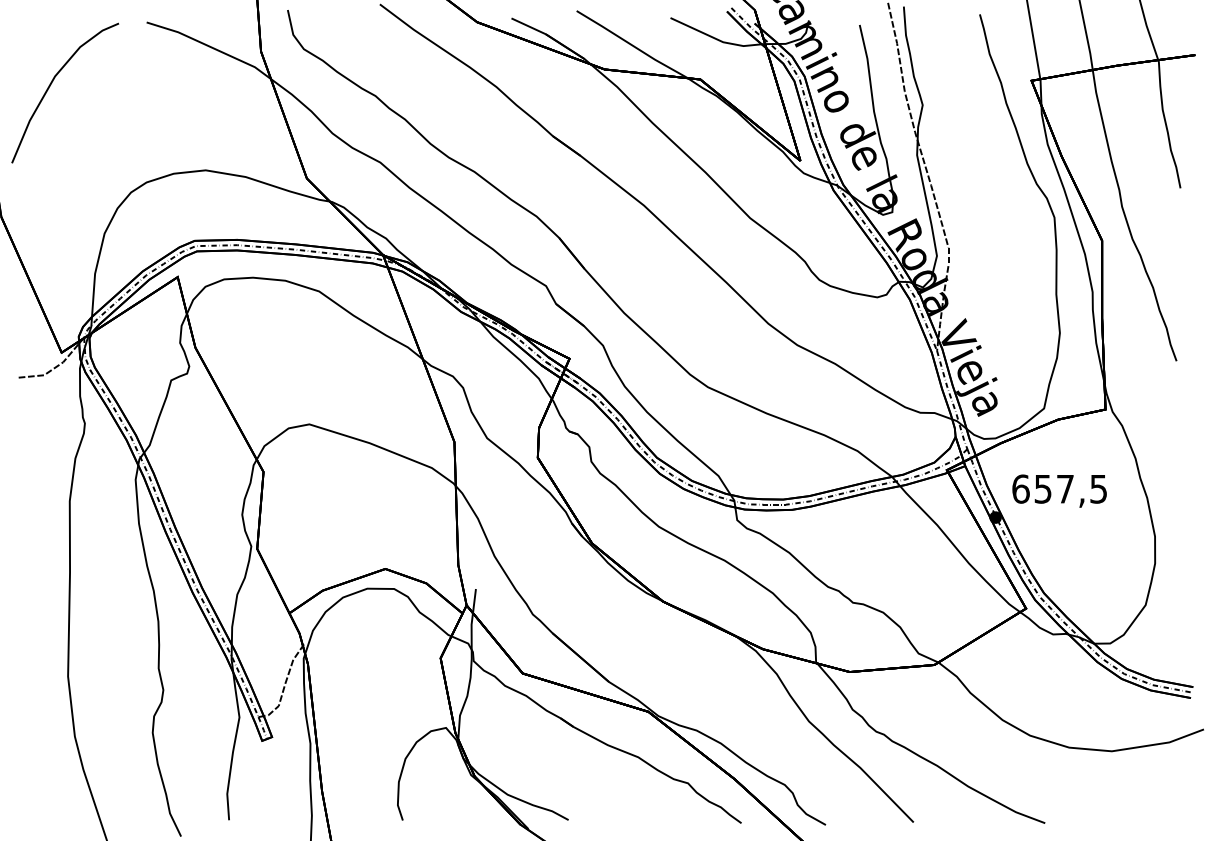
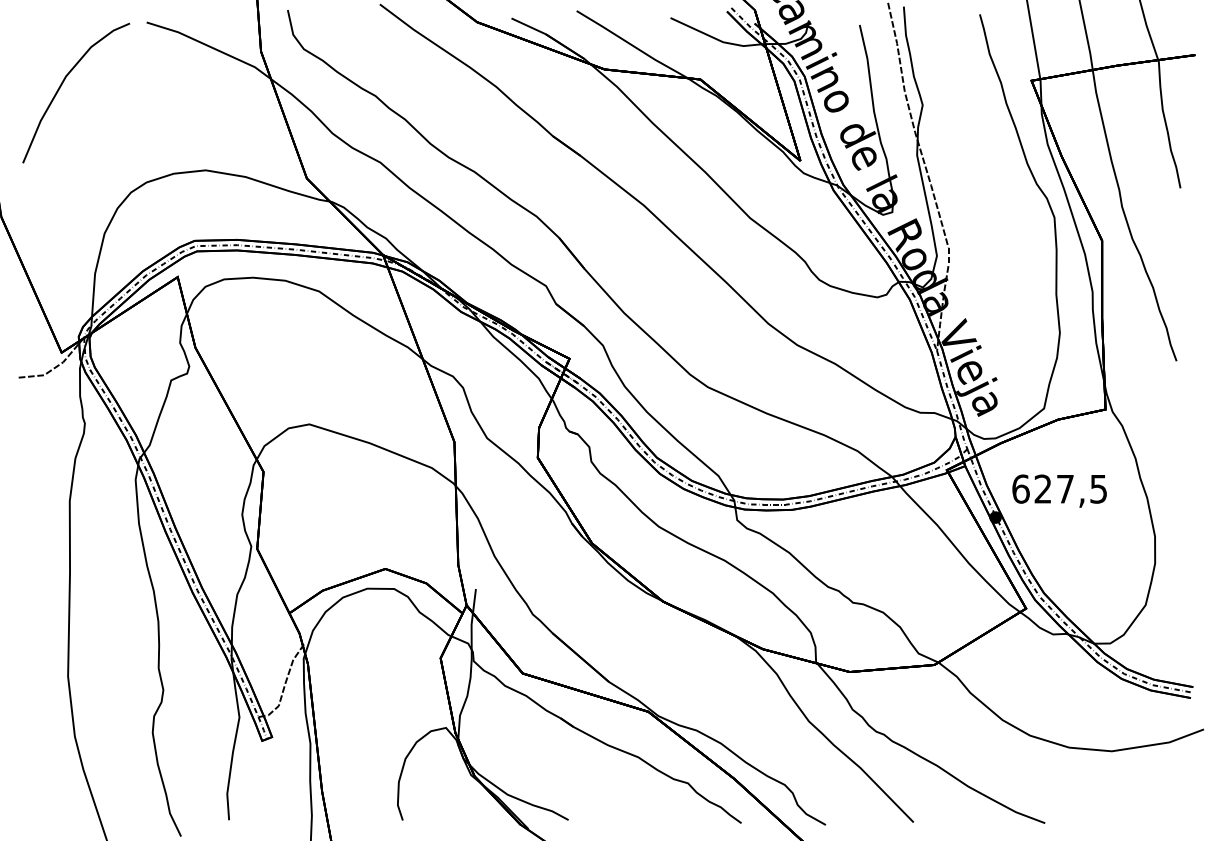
curve at (52, 83) position: (52, 83) -> (63, 83)
text at (1042, 488): 657,5 -> 627,5
